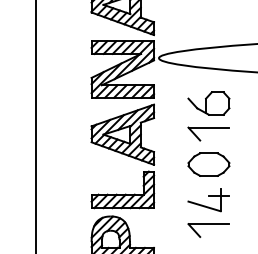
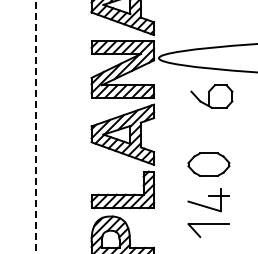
part at (208, 103) position: (208, 103) -> (211, 96)
line at (35, 126): solid -> dashed
part at (208, 133): present -> none
